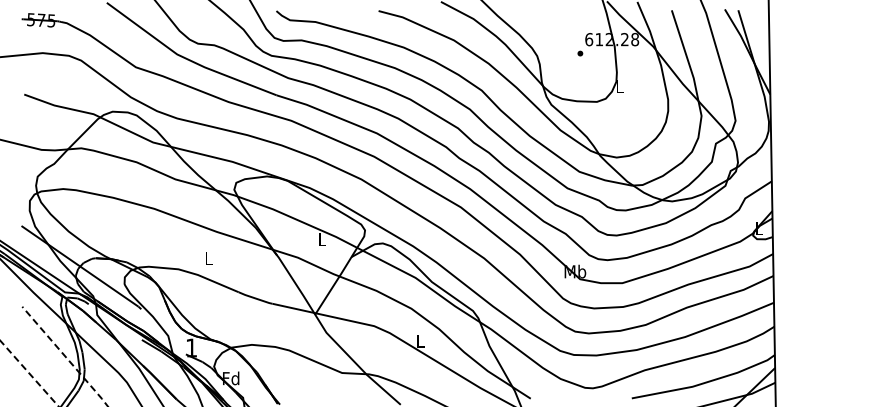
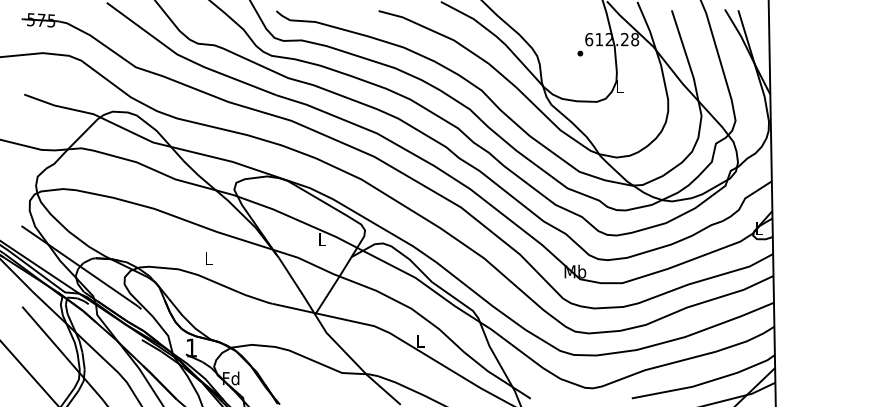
line at (65, 356): dashed -> solid
line at (29, 373): dashed -> solid
